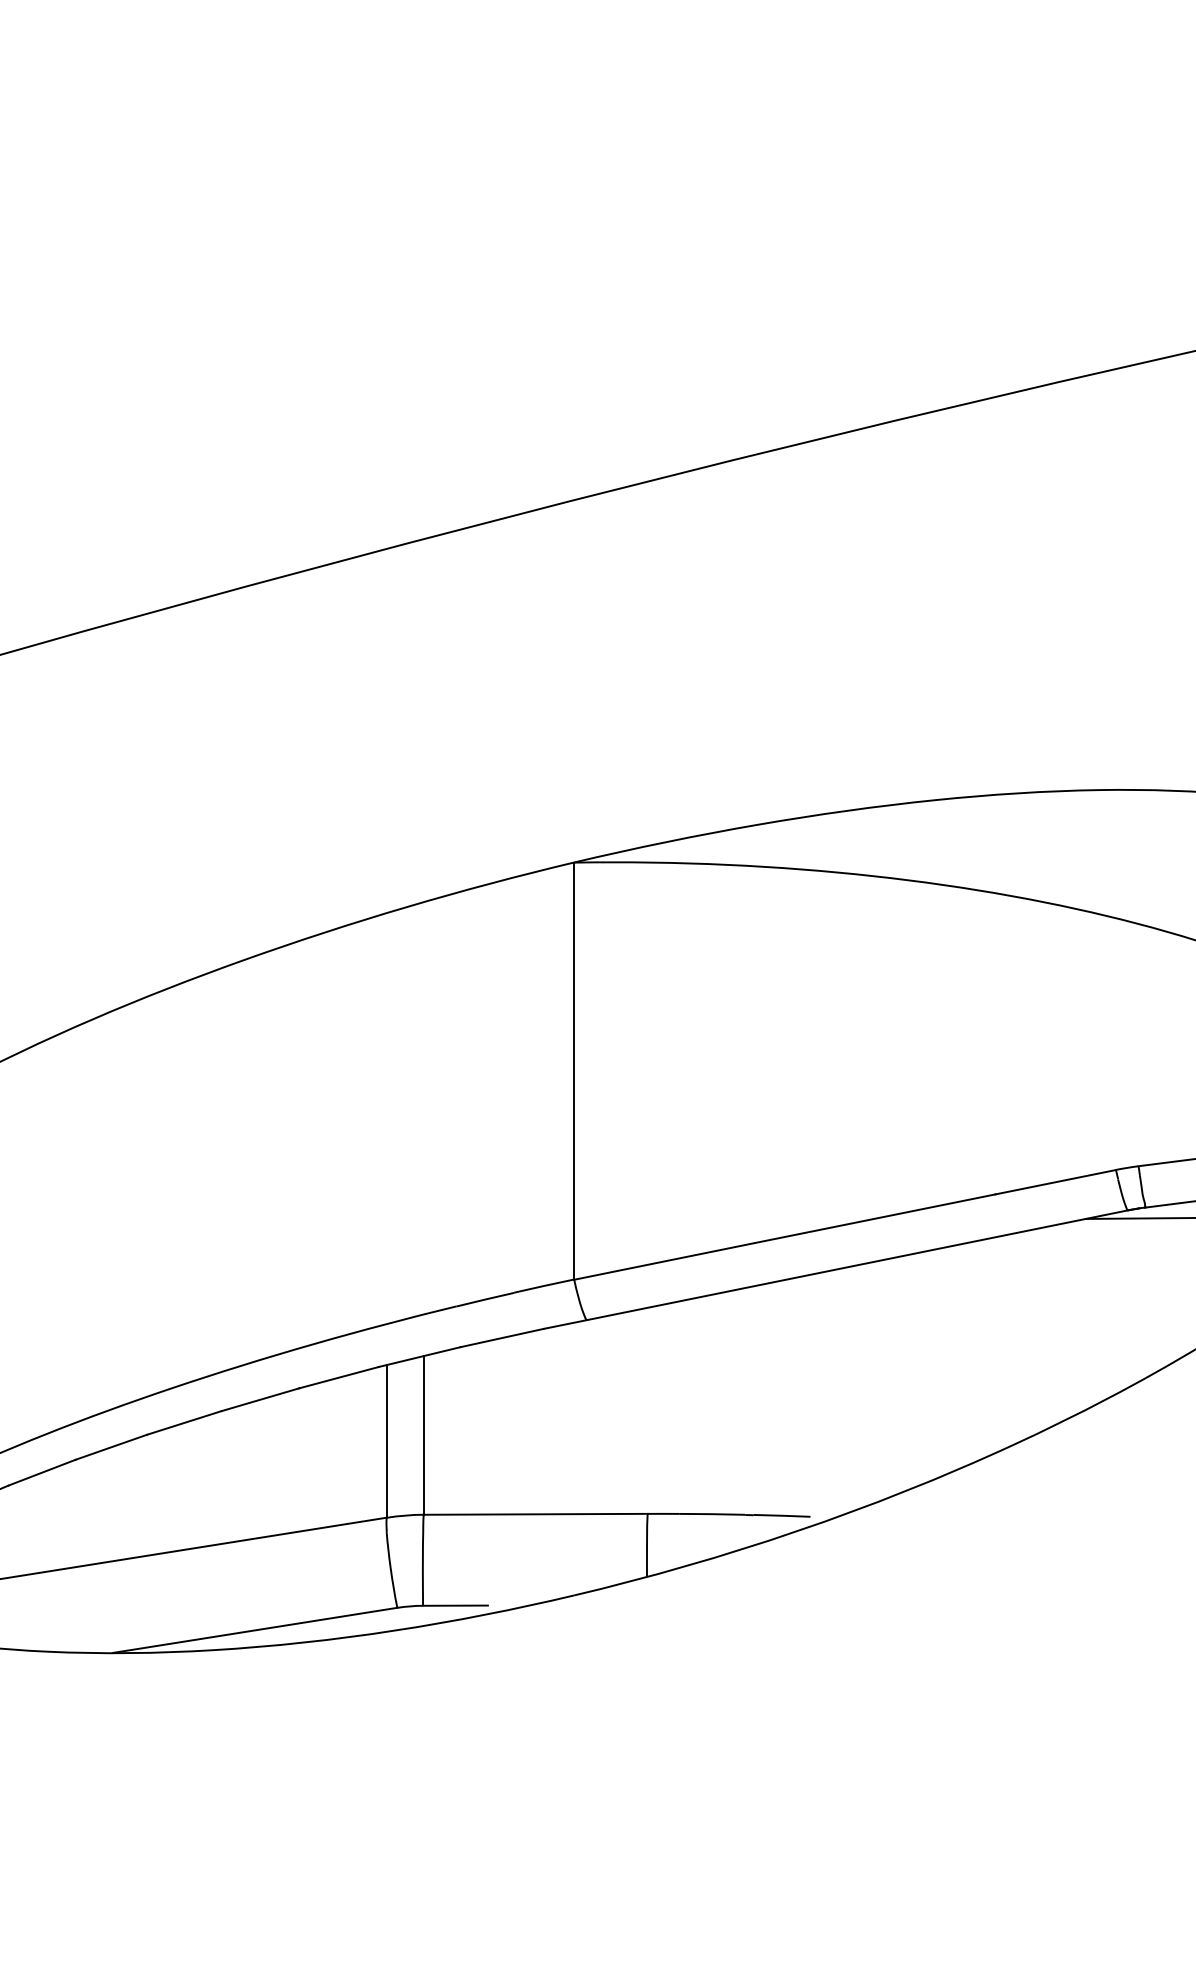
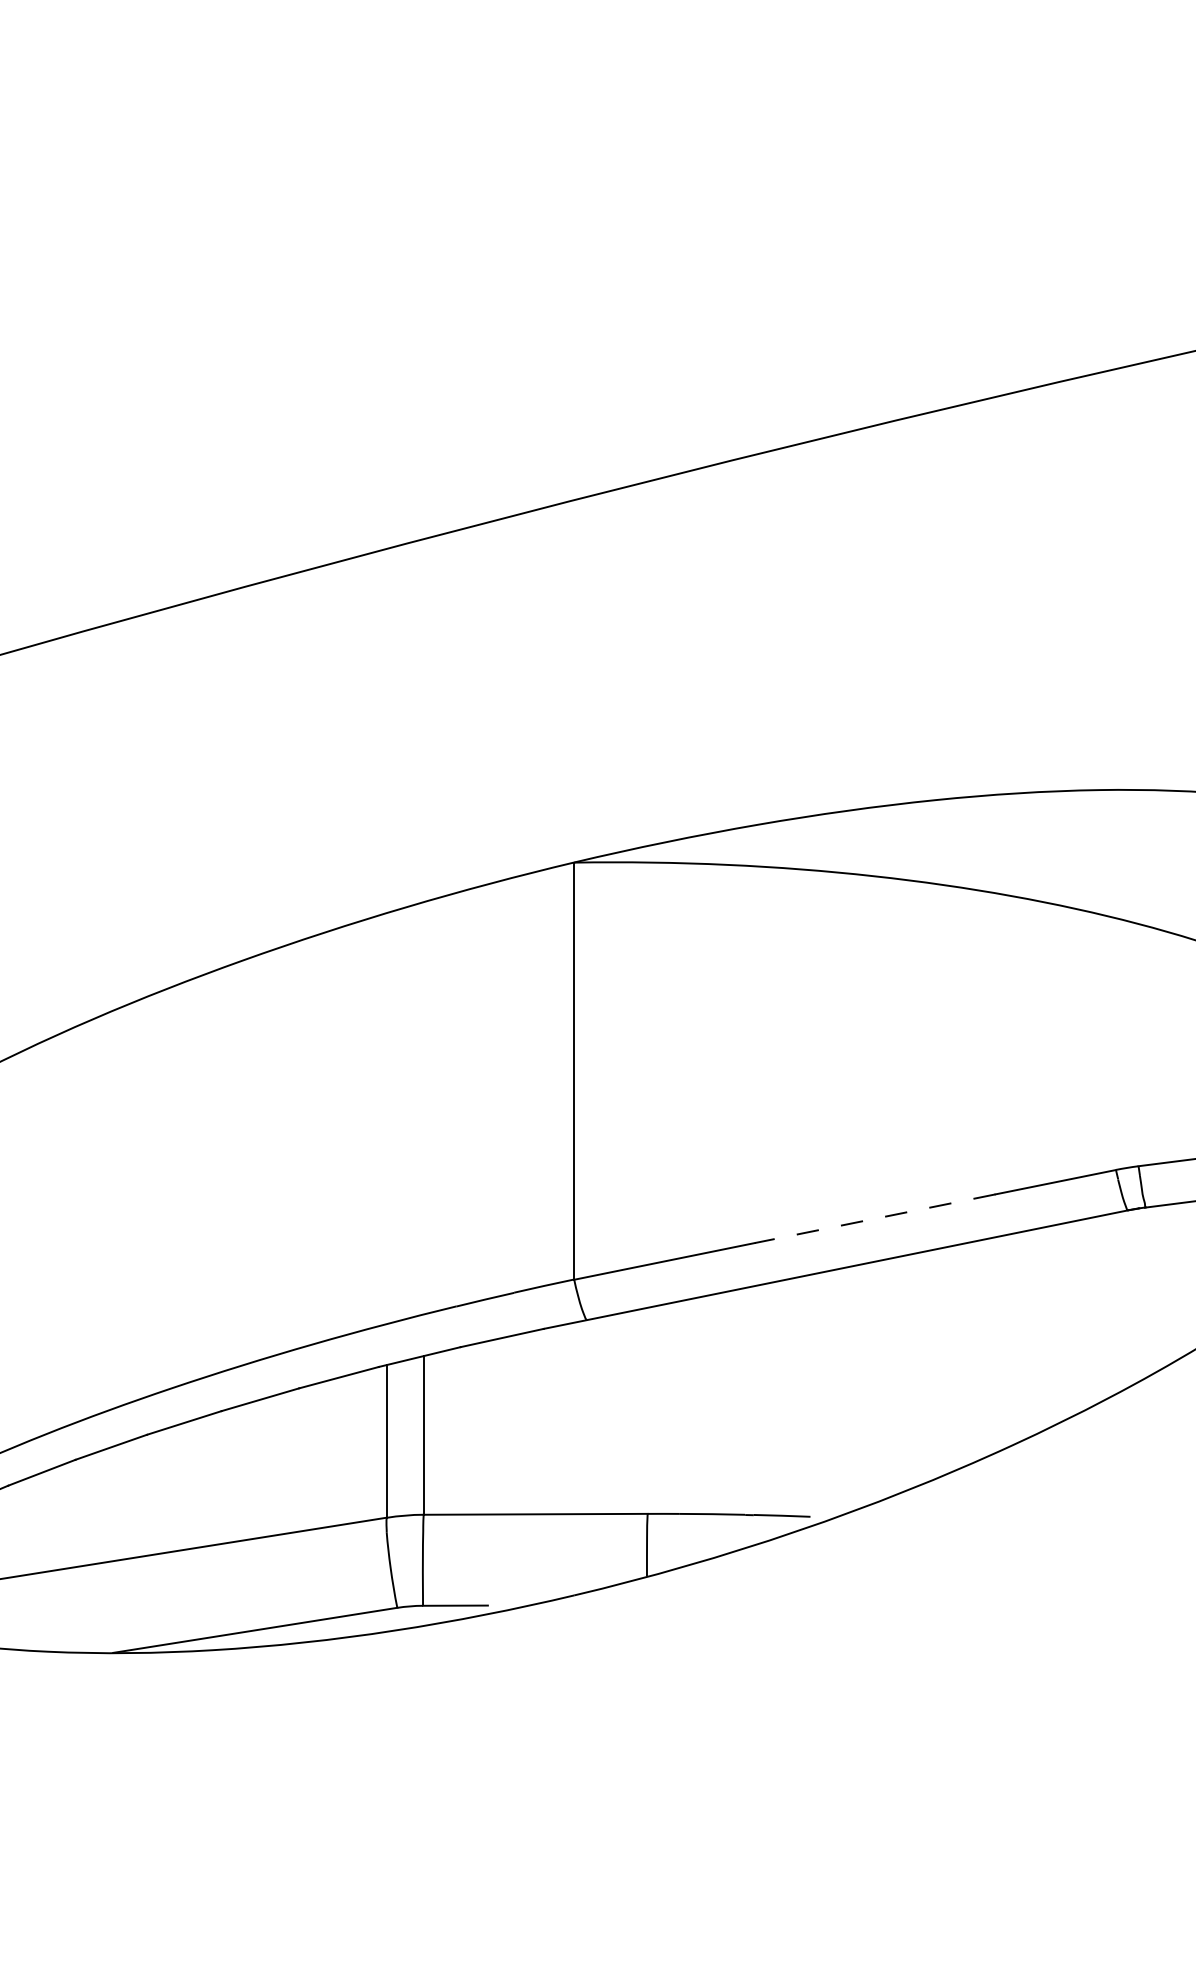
line at (875, 1218): solid -> dashed
line at (1138, 1218): present -> none
